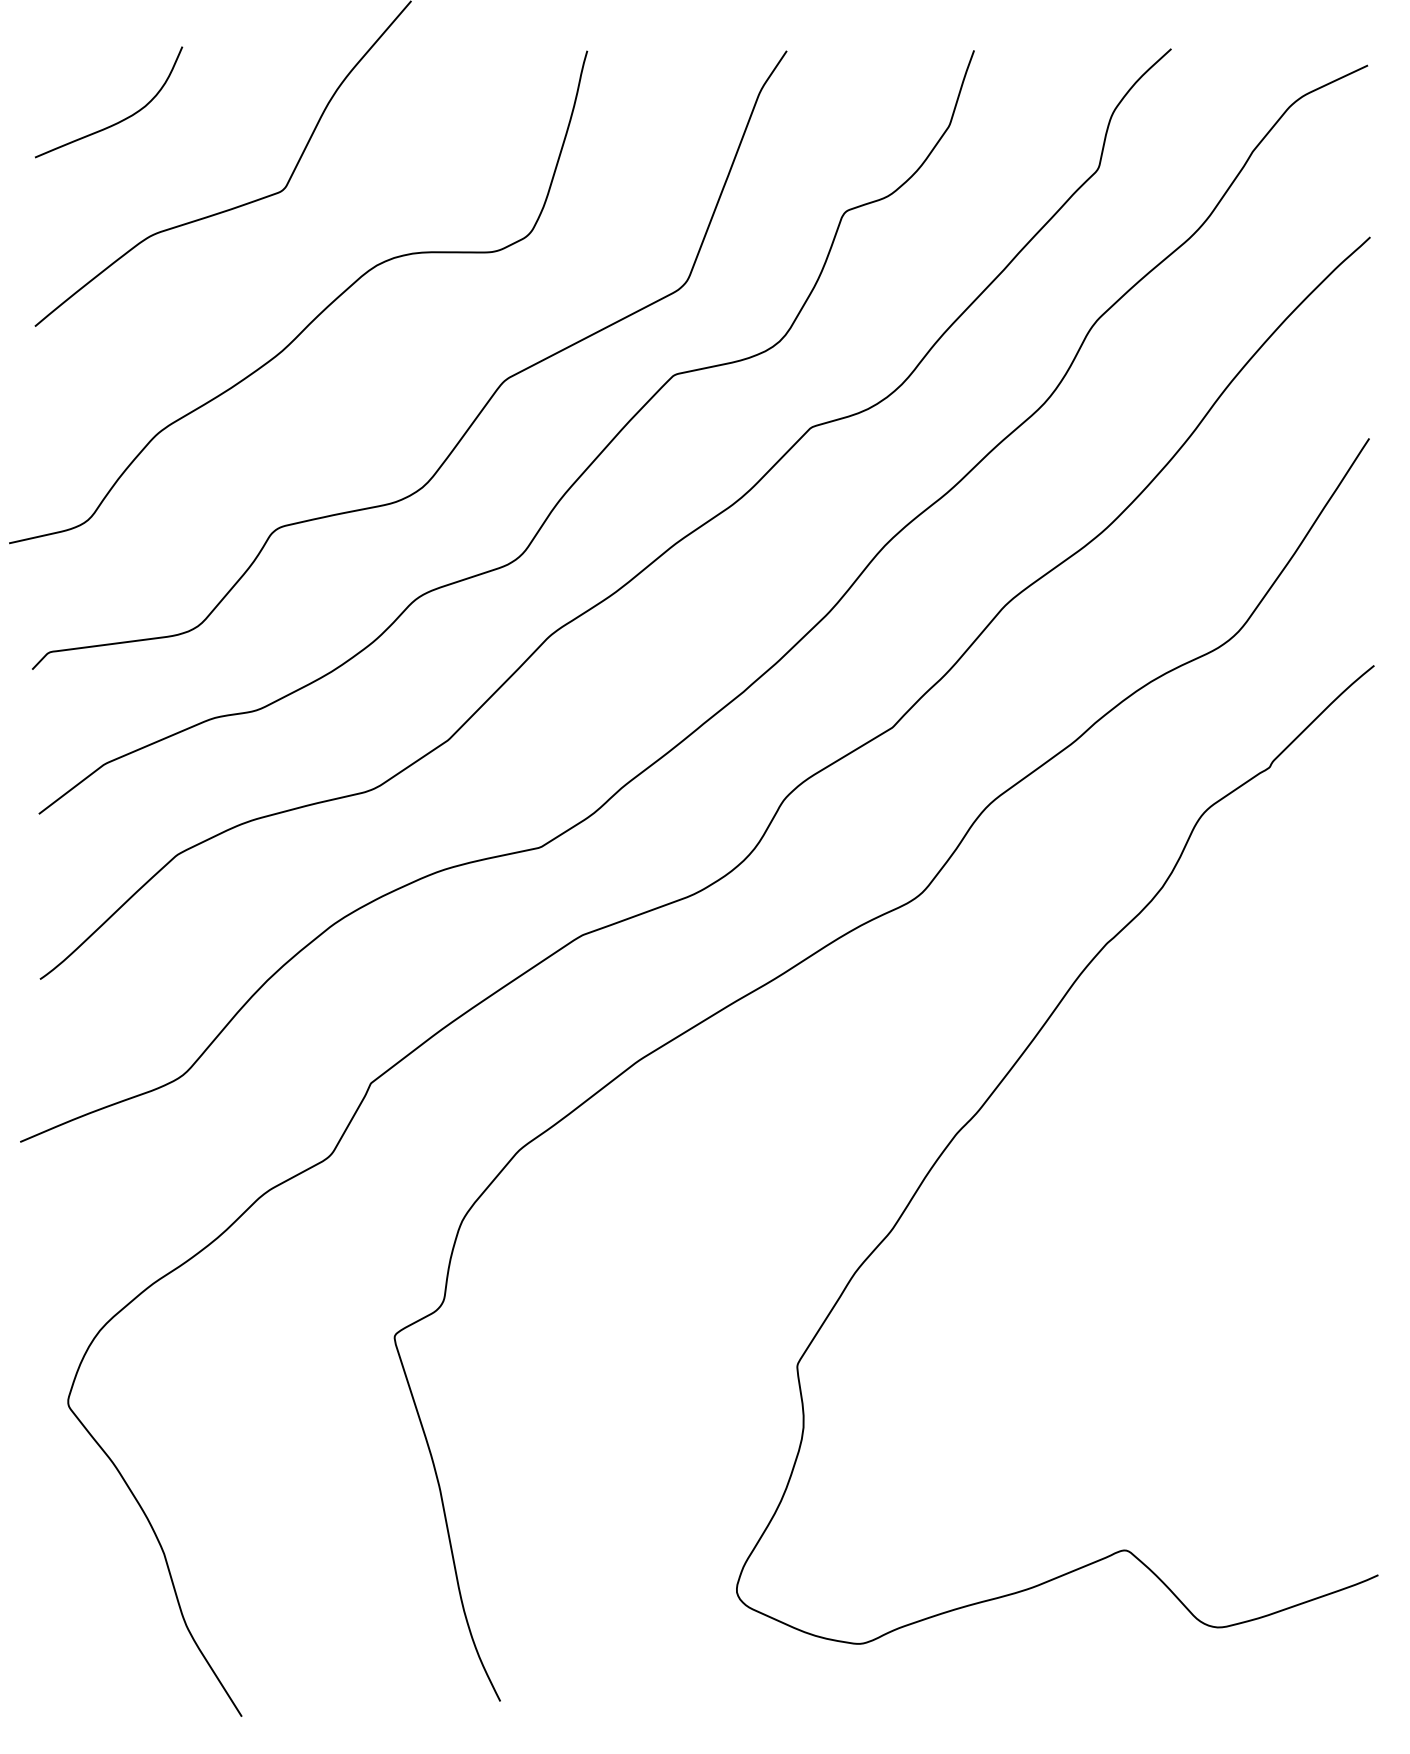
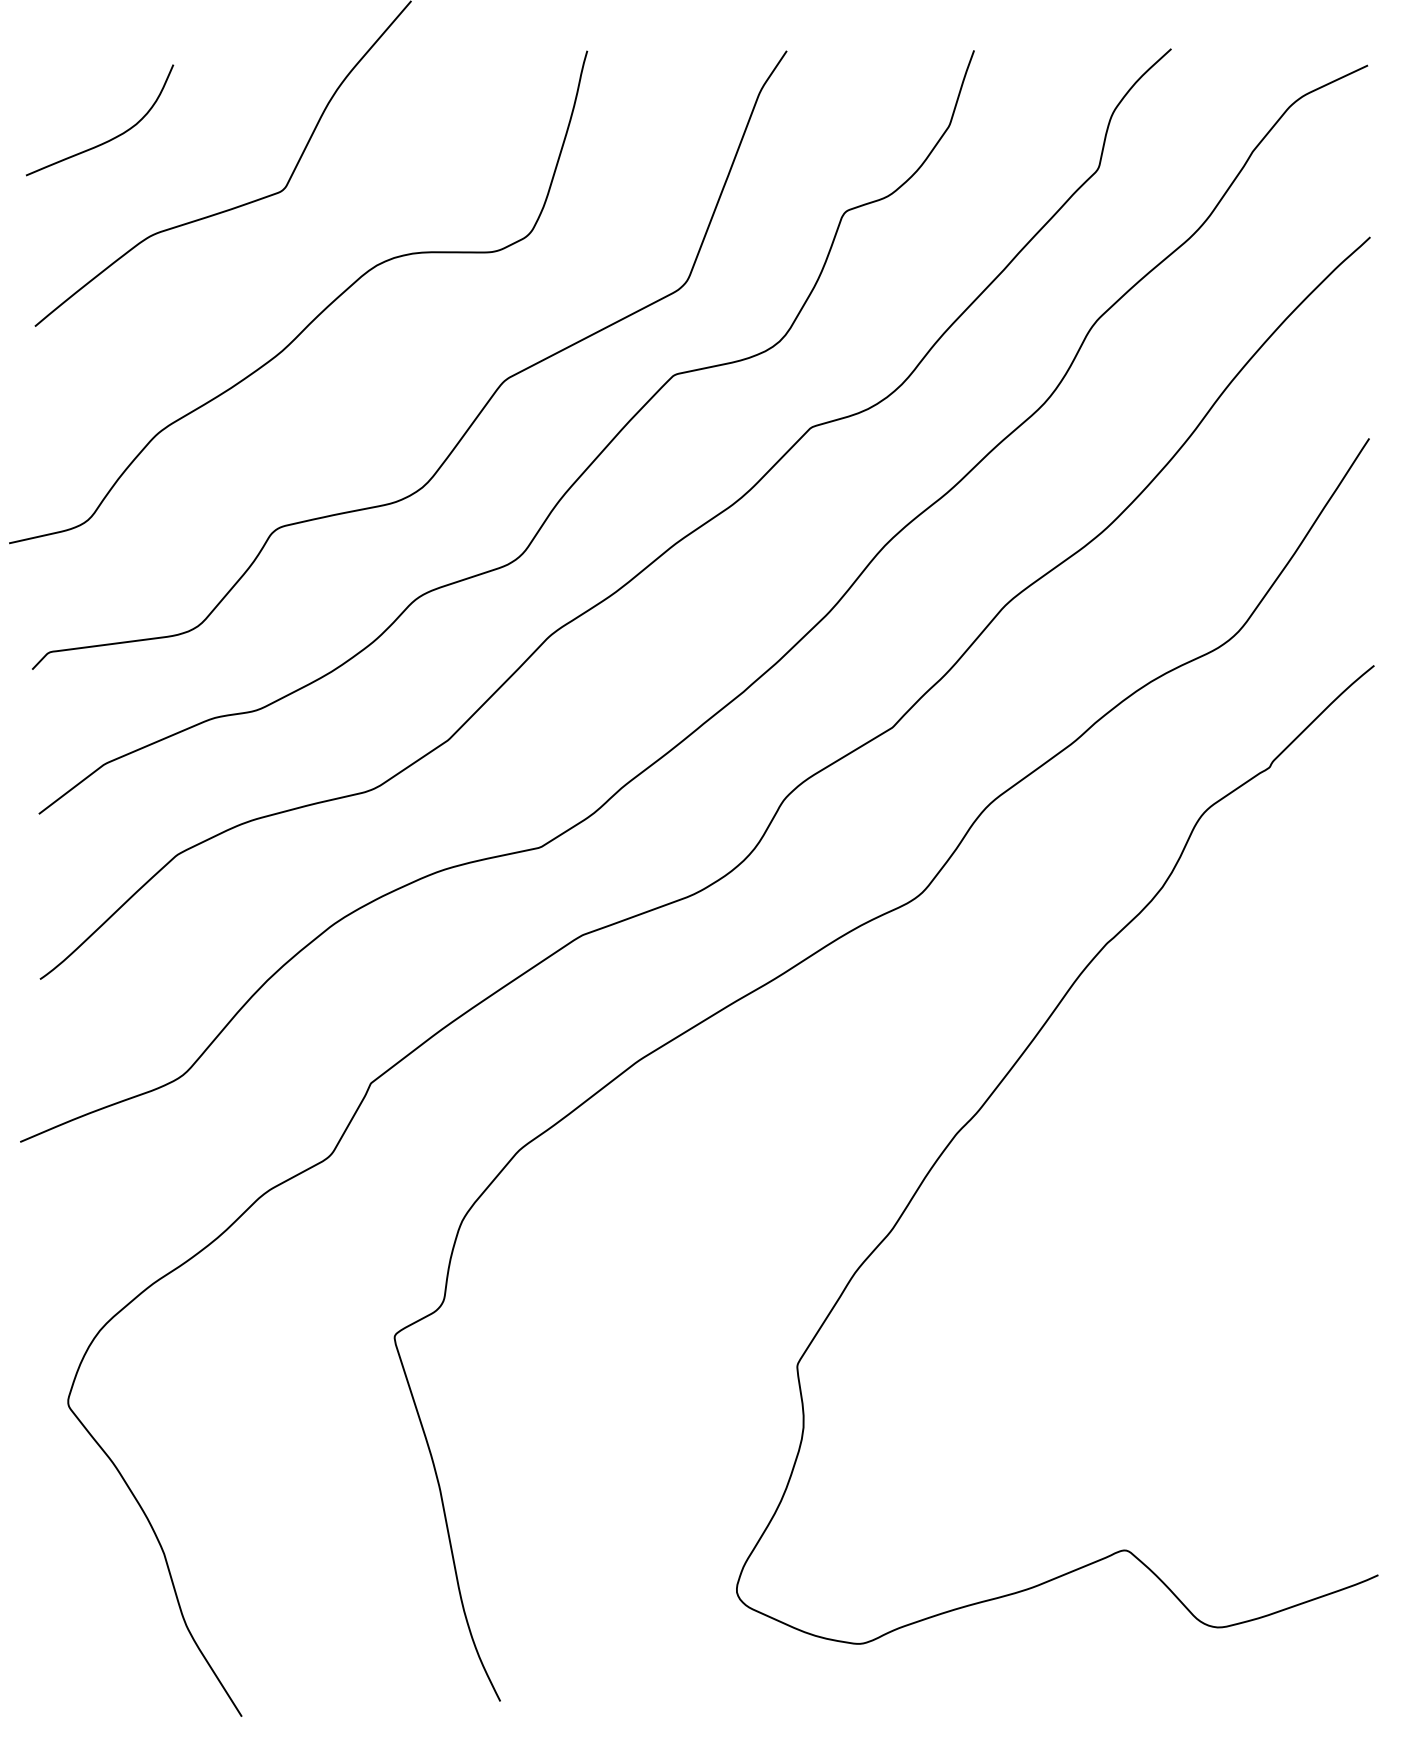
curve at (118, 121) position: (118, 121) -> (109, 139)
